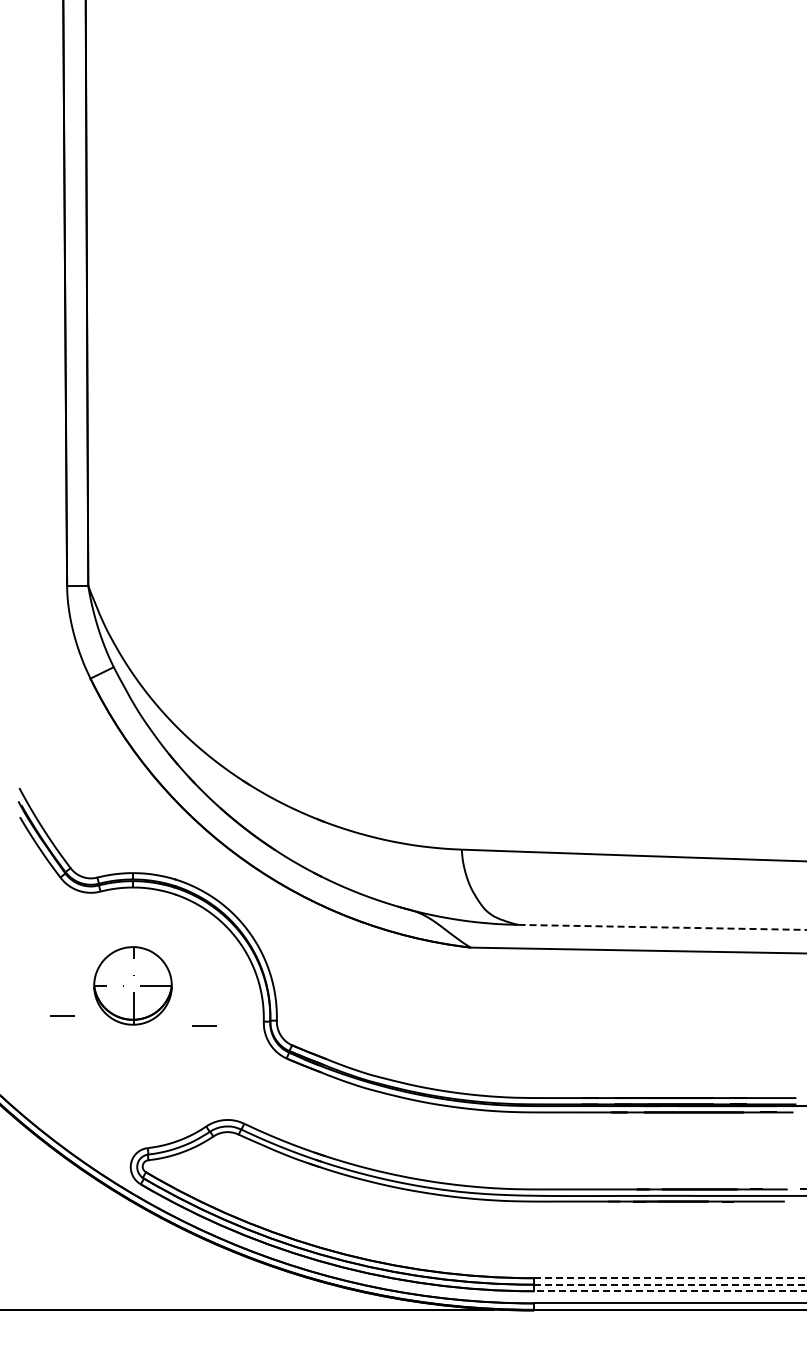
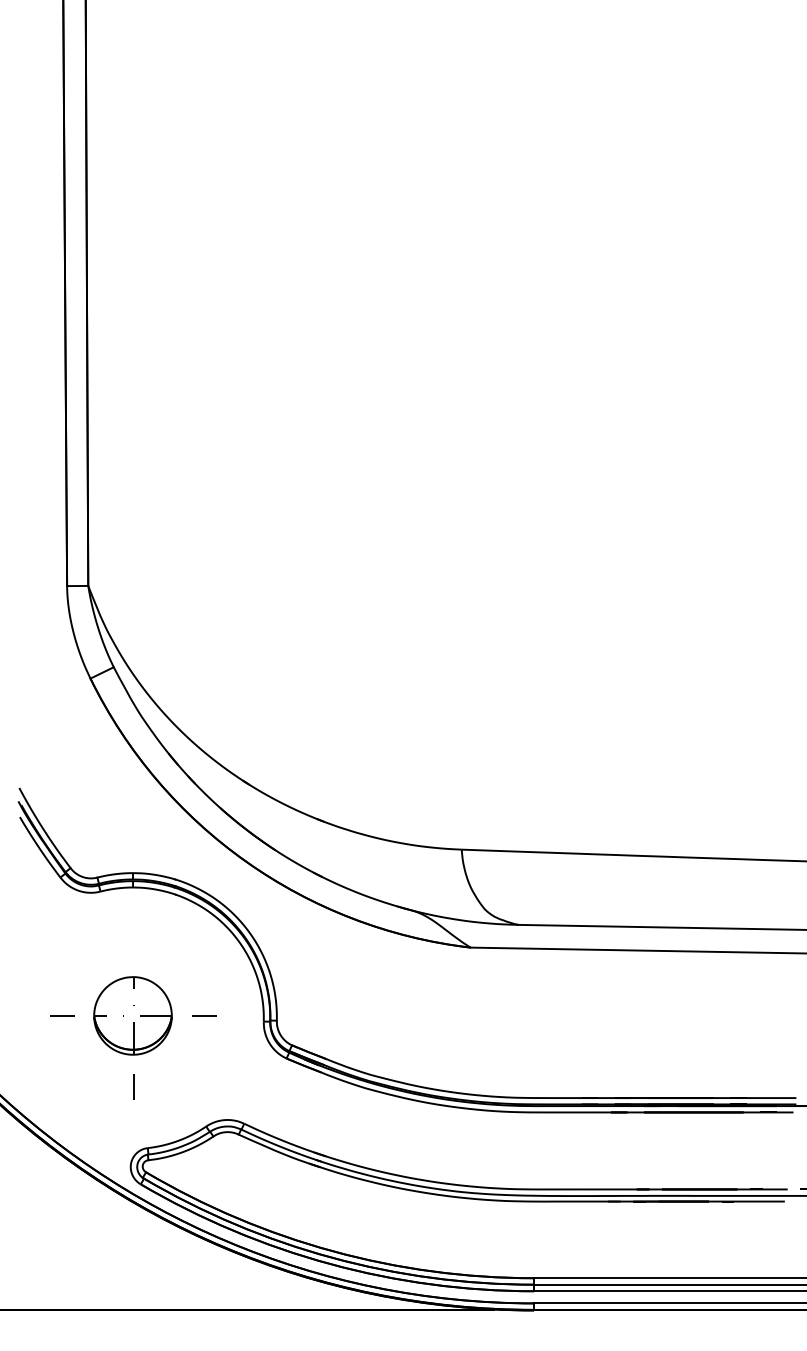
line at (662, 927): dashed -> solid
part at (132, 985) position: (132, 985) -> (132, 1015)
line at (204, 1025) position: (204, 1025) -> (204, 1015)
line at (133, 1086): none -> present
line at (670, 1278): dashed -> solid
line at (670, 1284): dashed -> solid
line at (669, 1291): dashed -> solid
